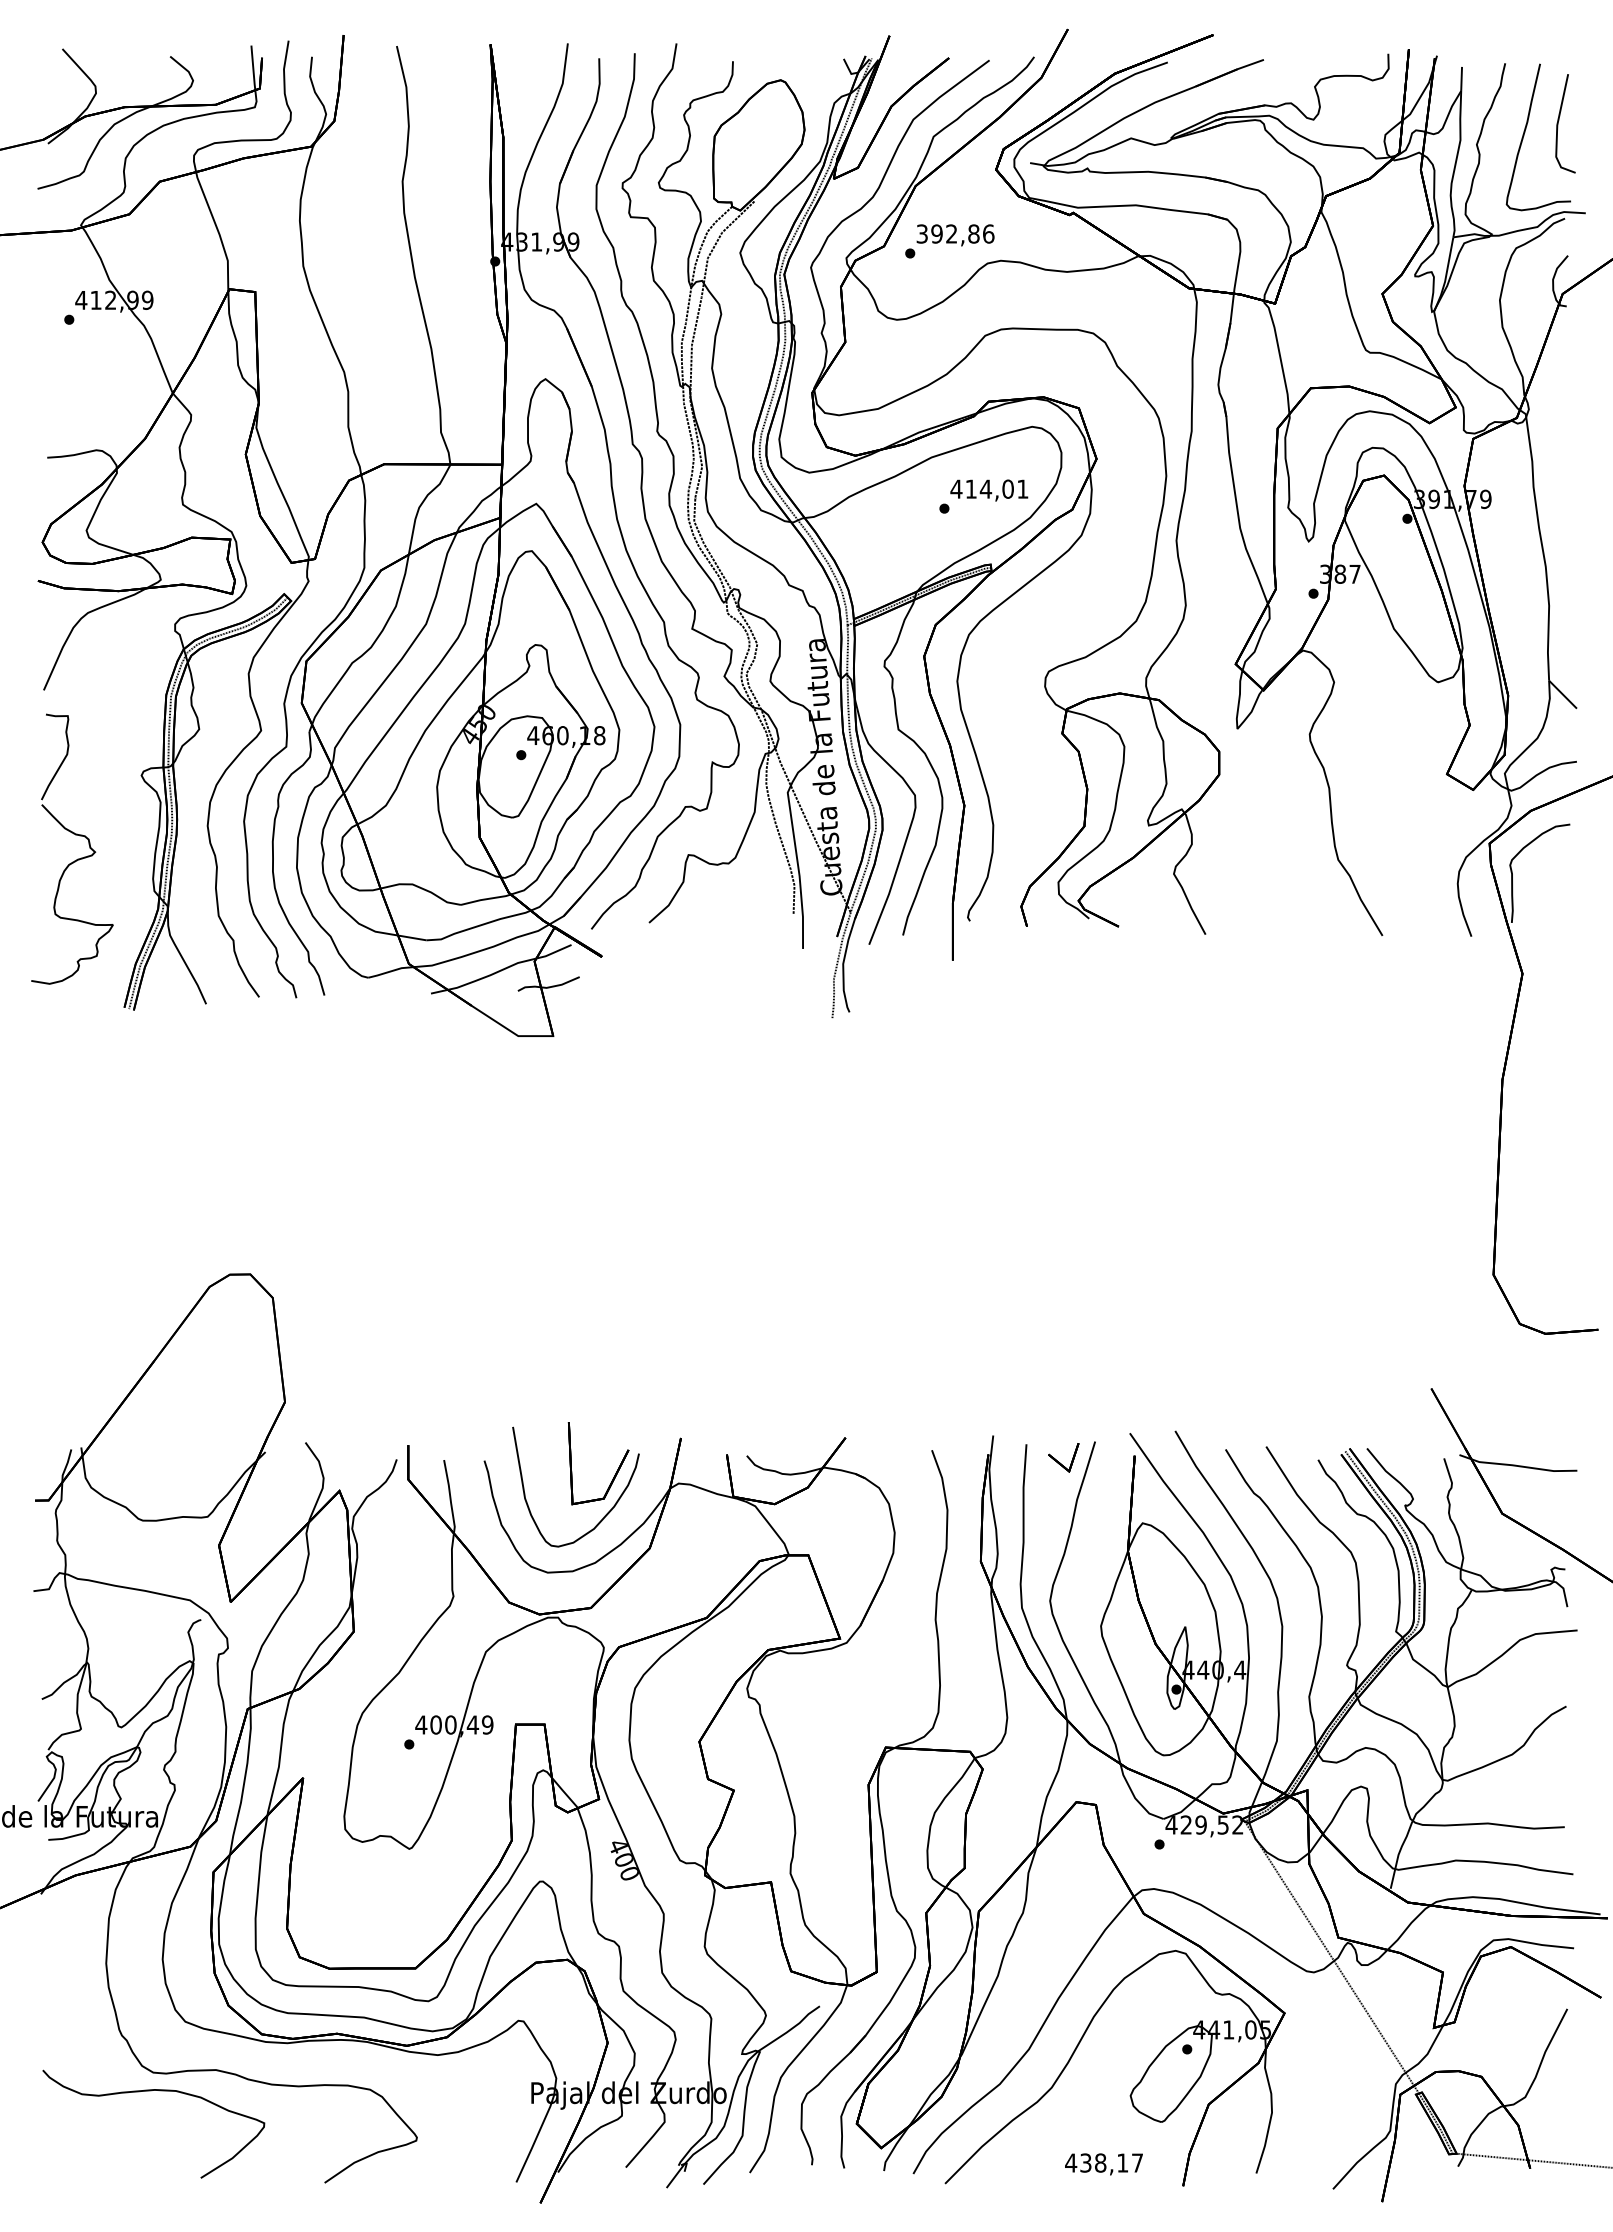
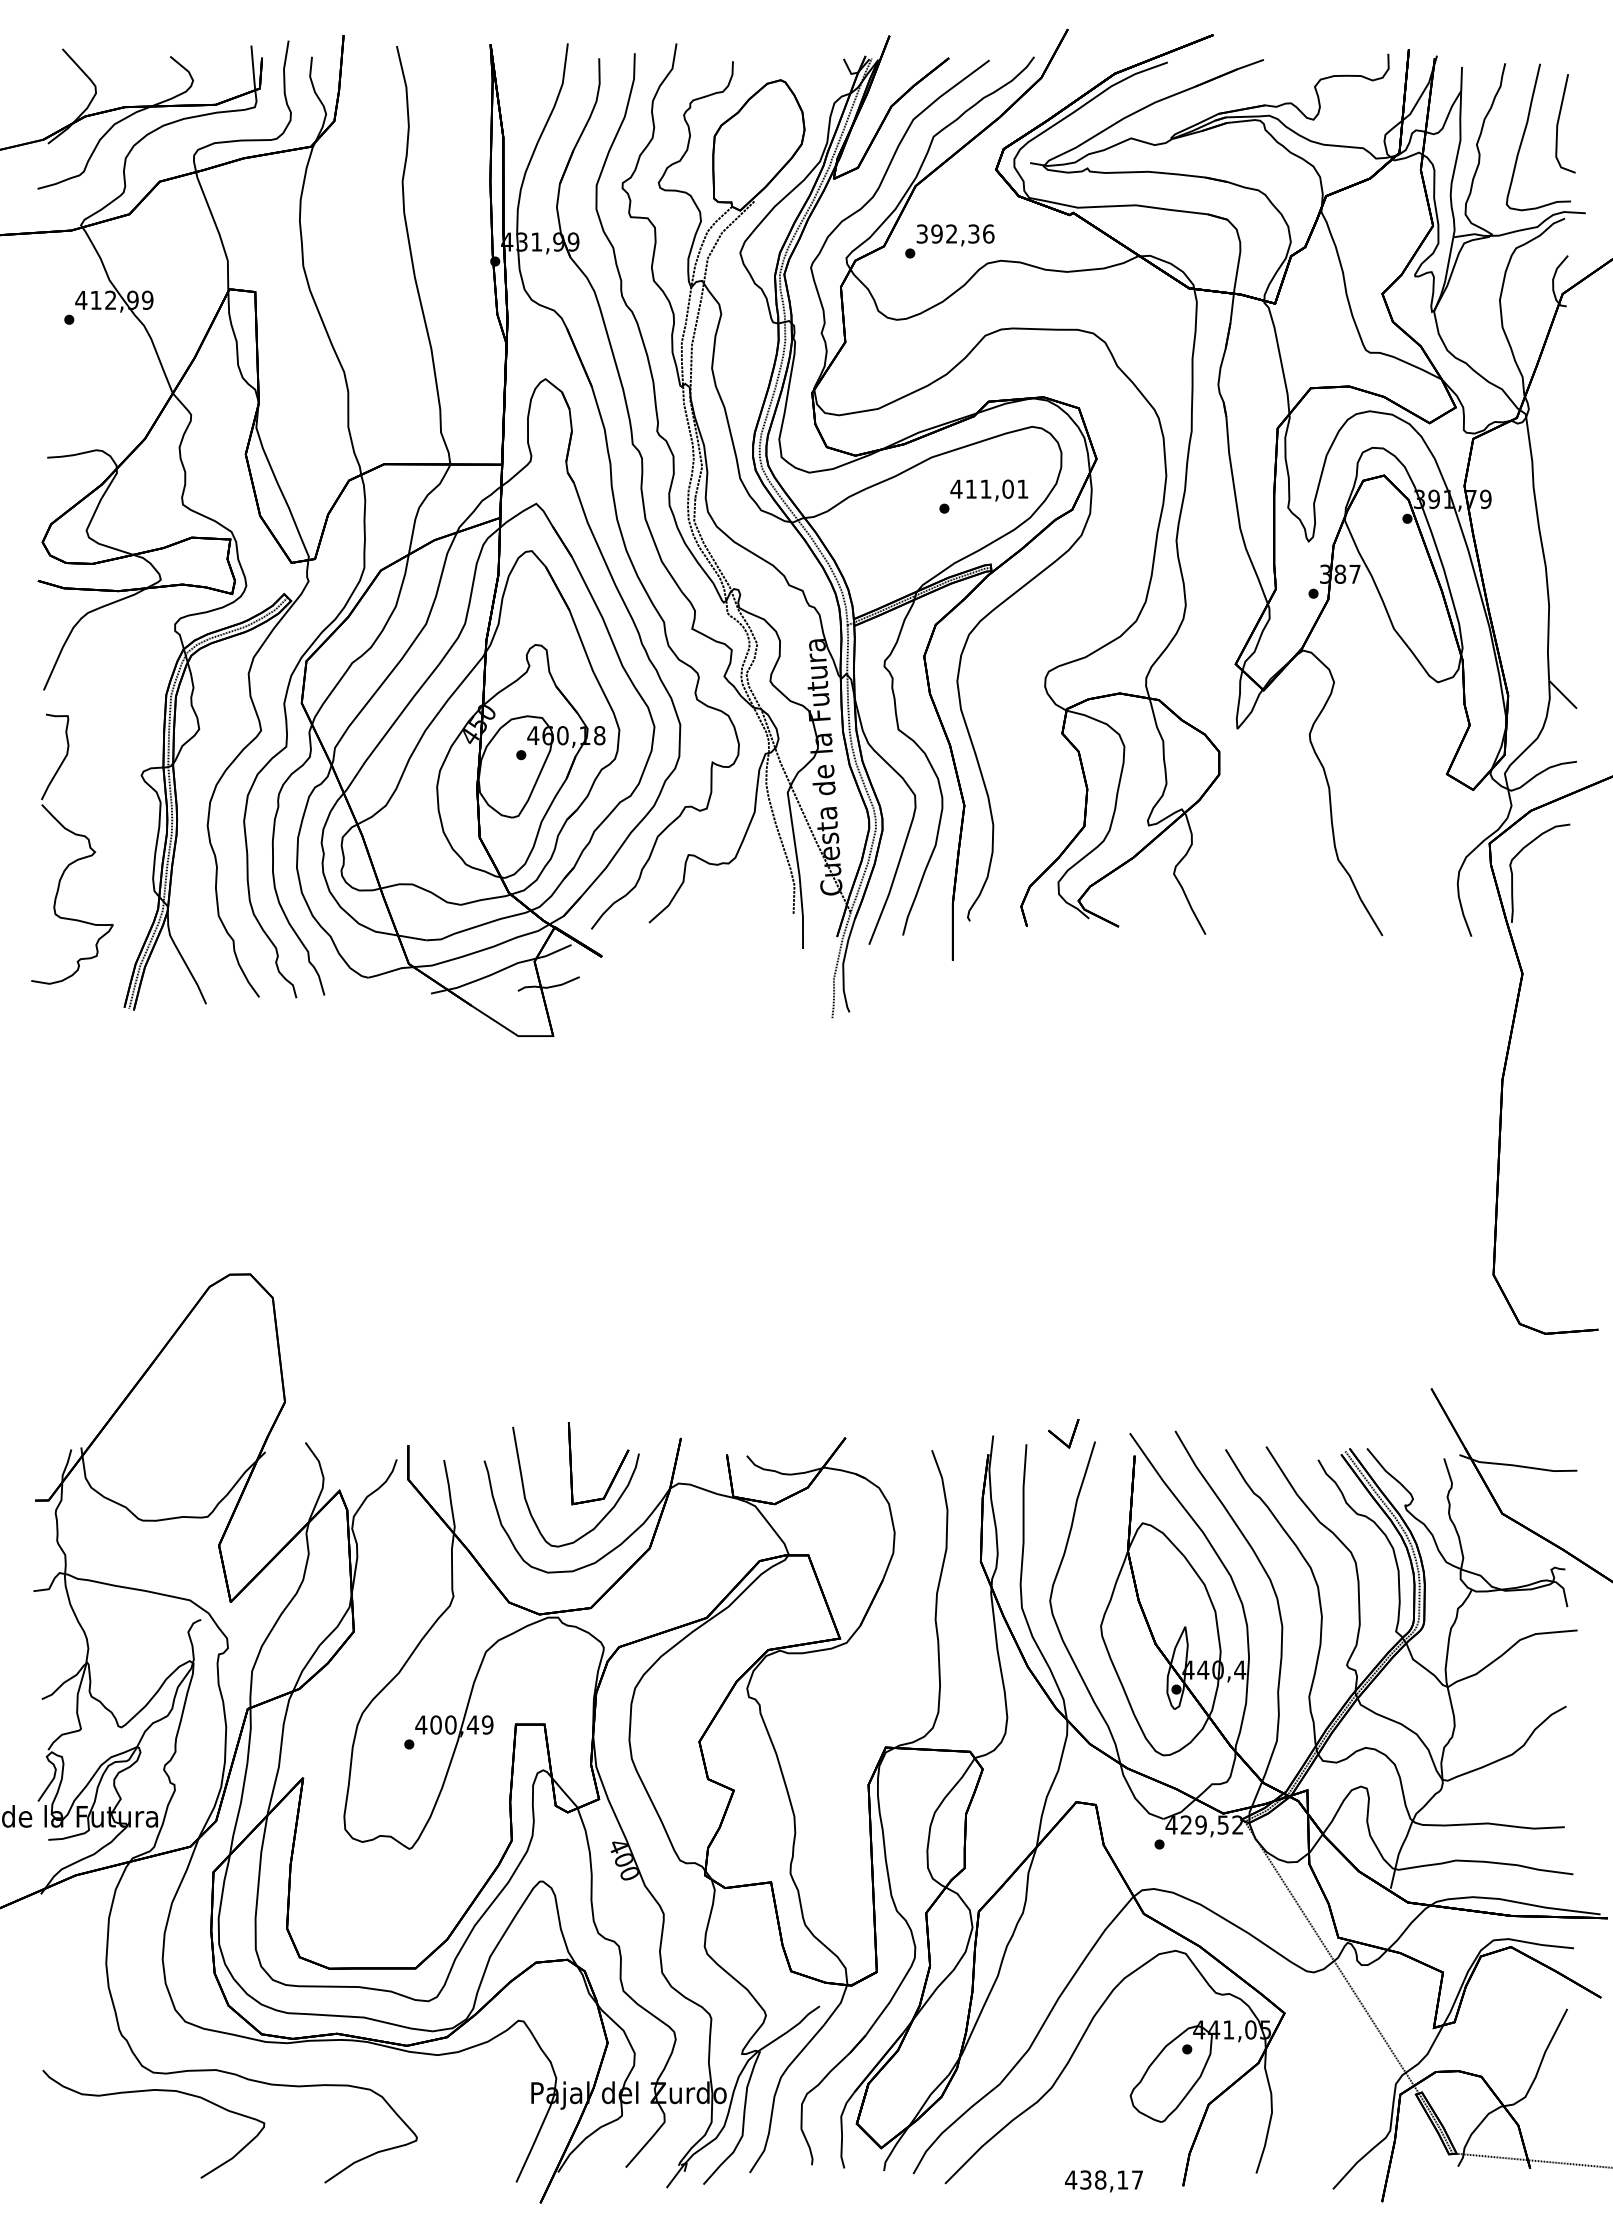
text at (973, 233): 392,86 -> 392,36
text at (985, 488): 414,01 -> 411,01
part at (1063, 1457) position: (1063, 1457) -> (1063, 1433)
text at (1103, 2164) position: (1103, 2164) -> (1103, 2181)
